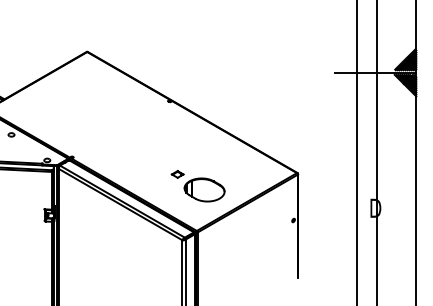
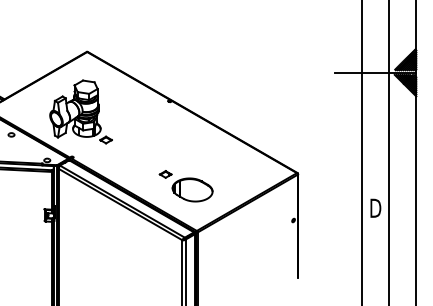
part at (80, 111): none -> present
line at (356, 152) position: (356, 152) -> (361, 152)
line at (377, 152) position: (377, 152) -> (389, 152)
part at (197, 186) position: (197, 186) -> (185, 186)
